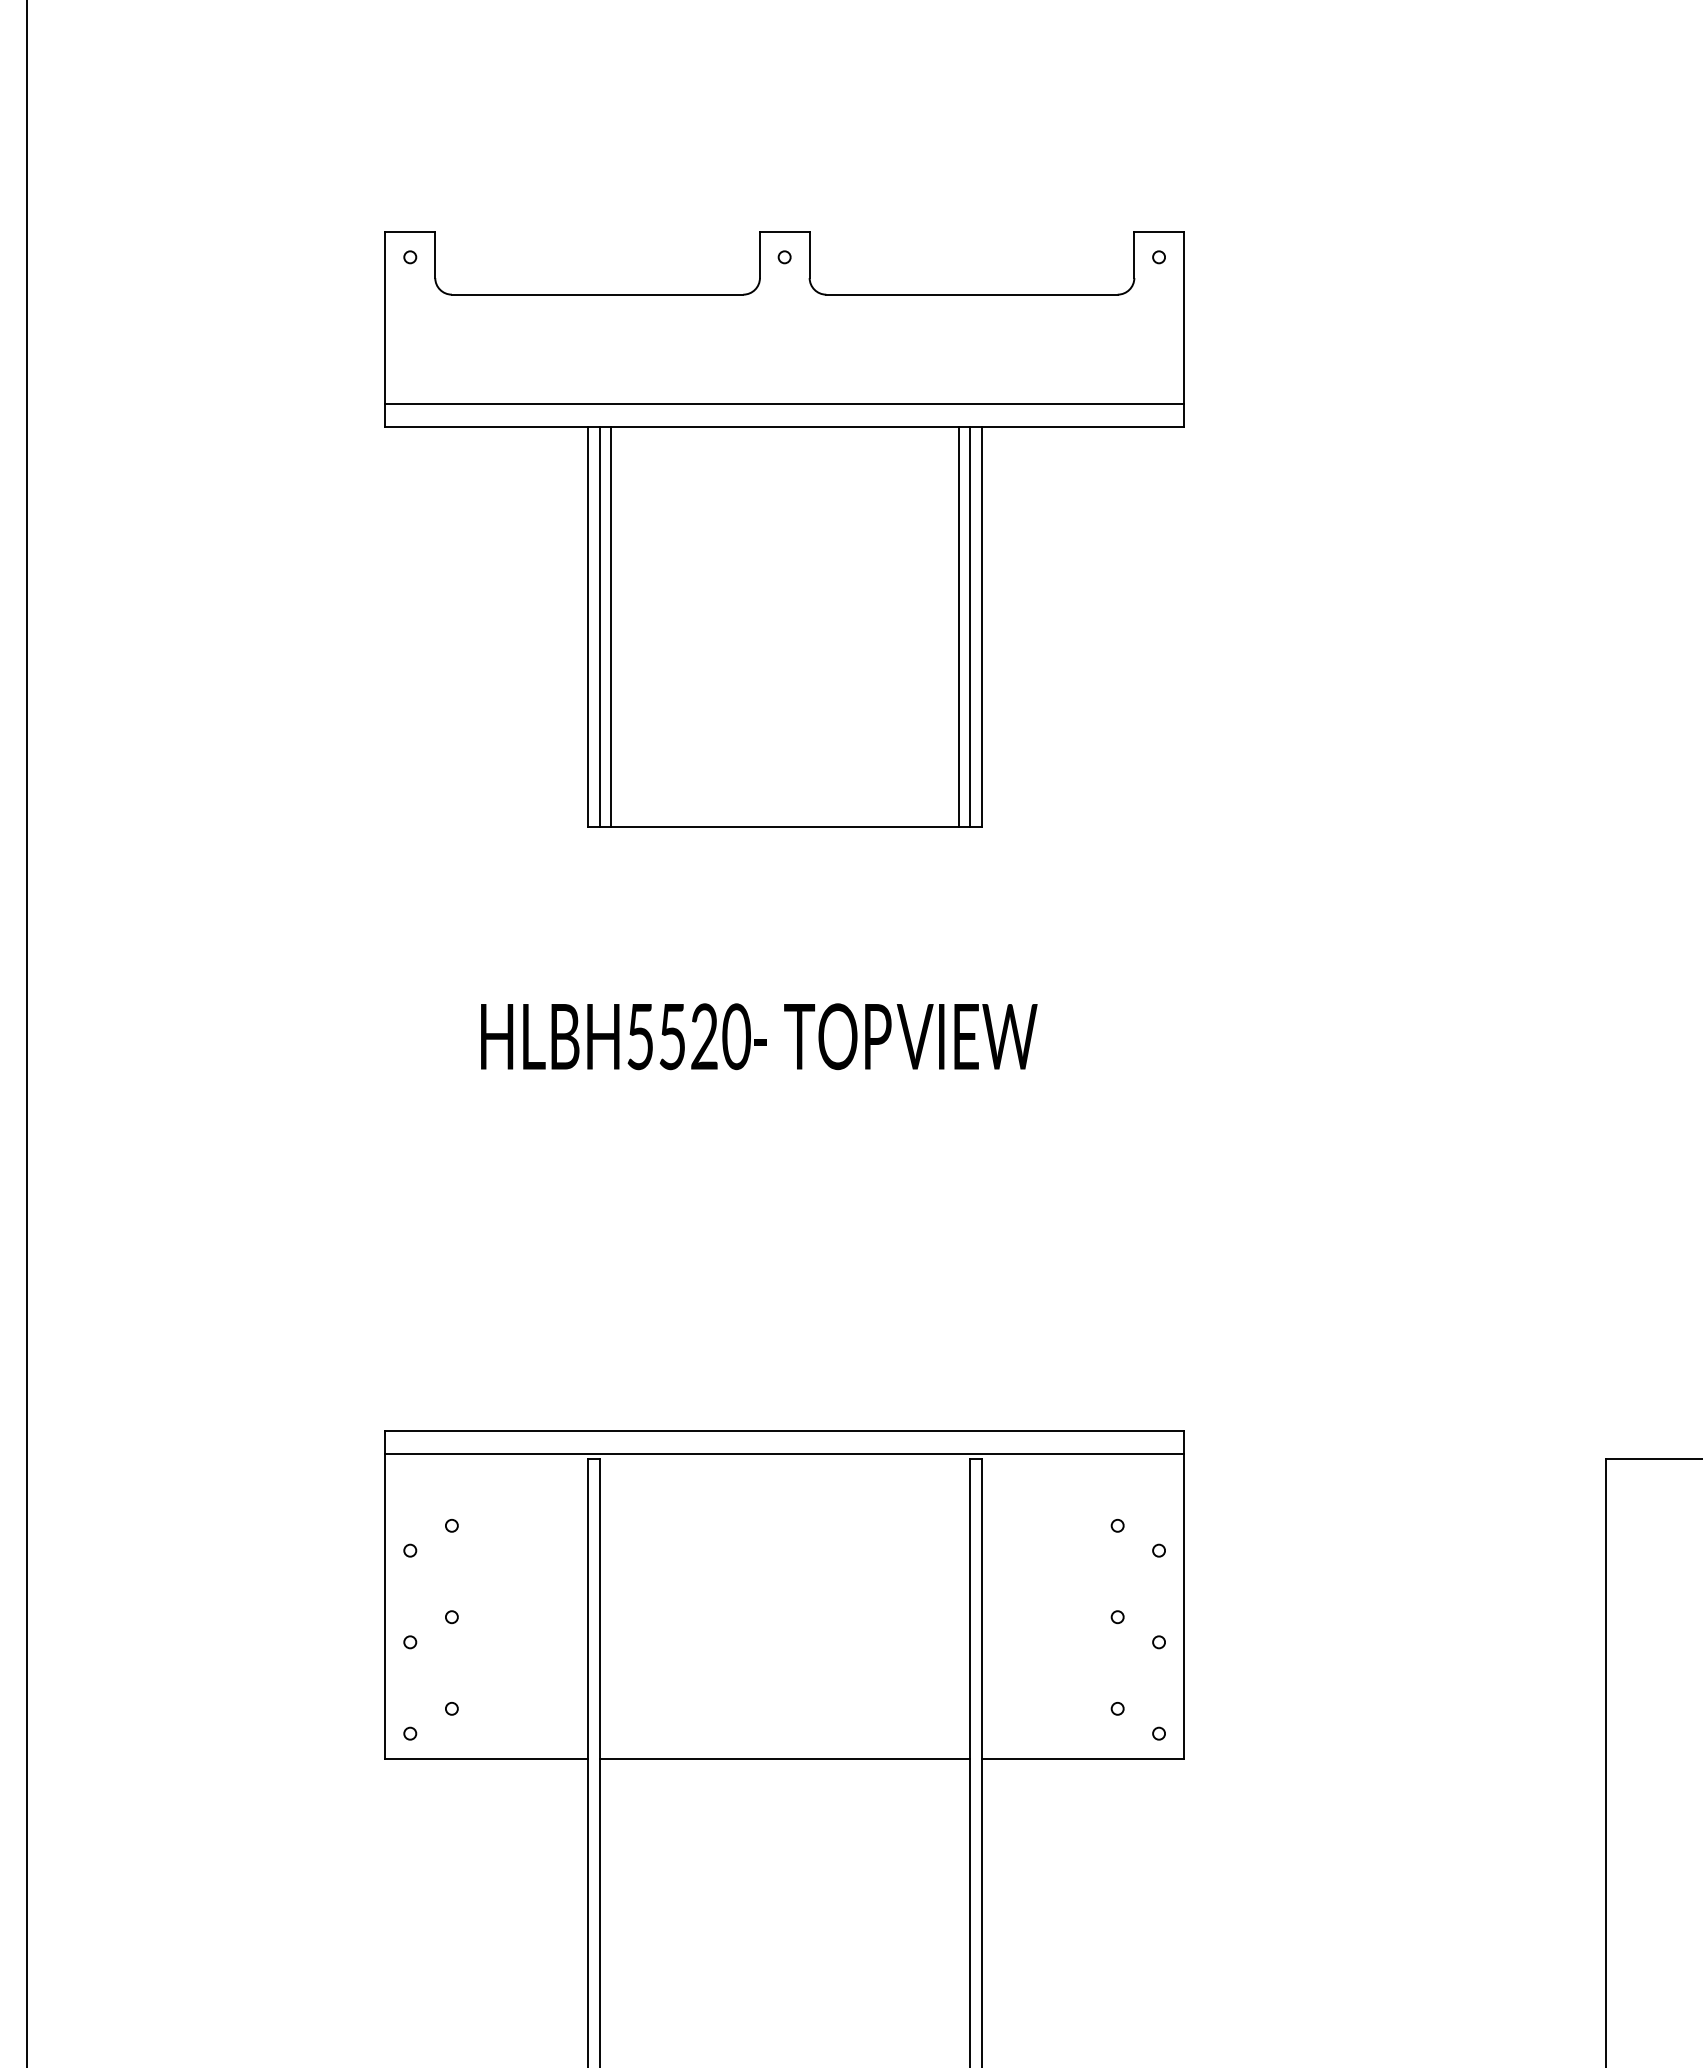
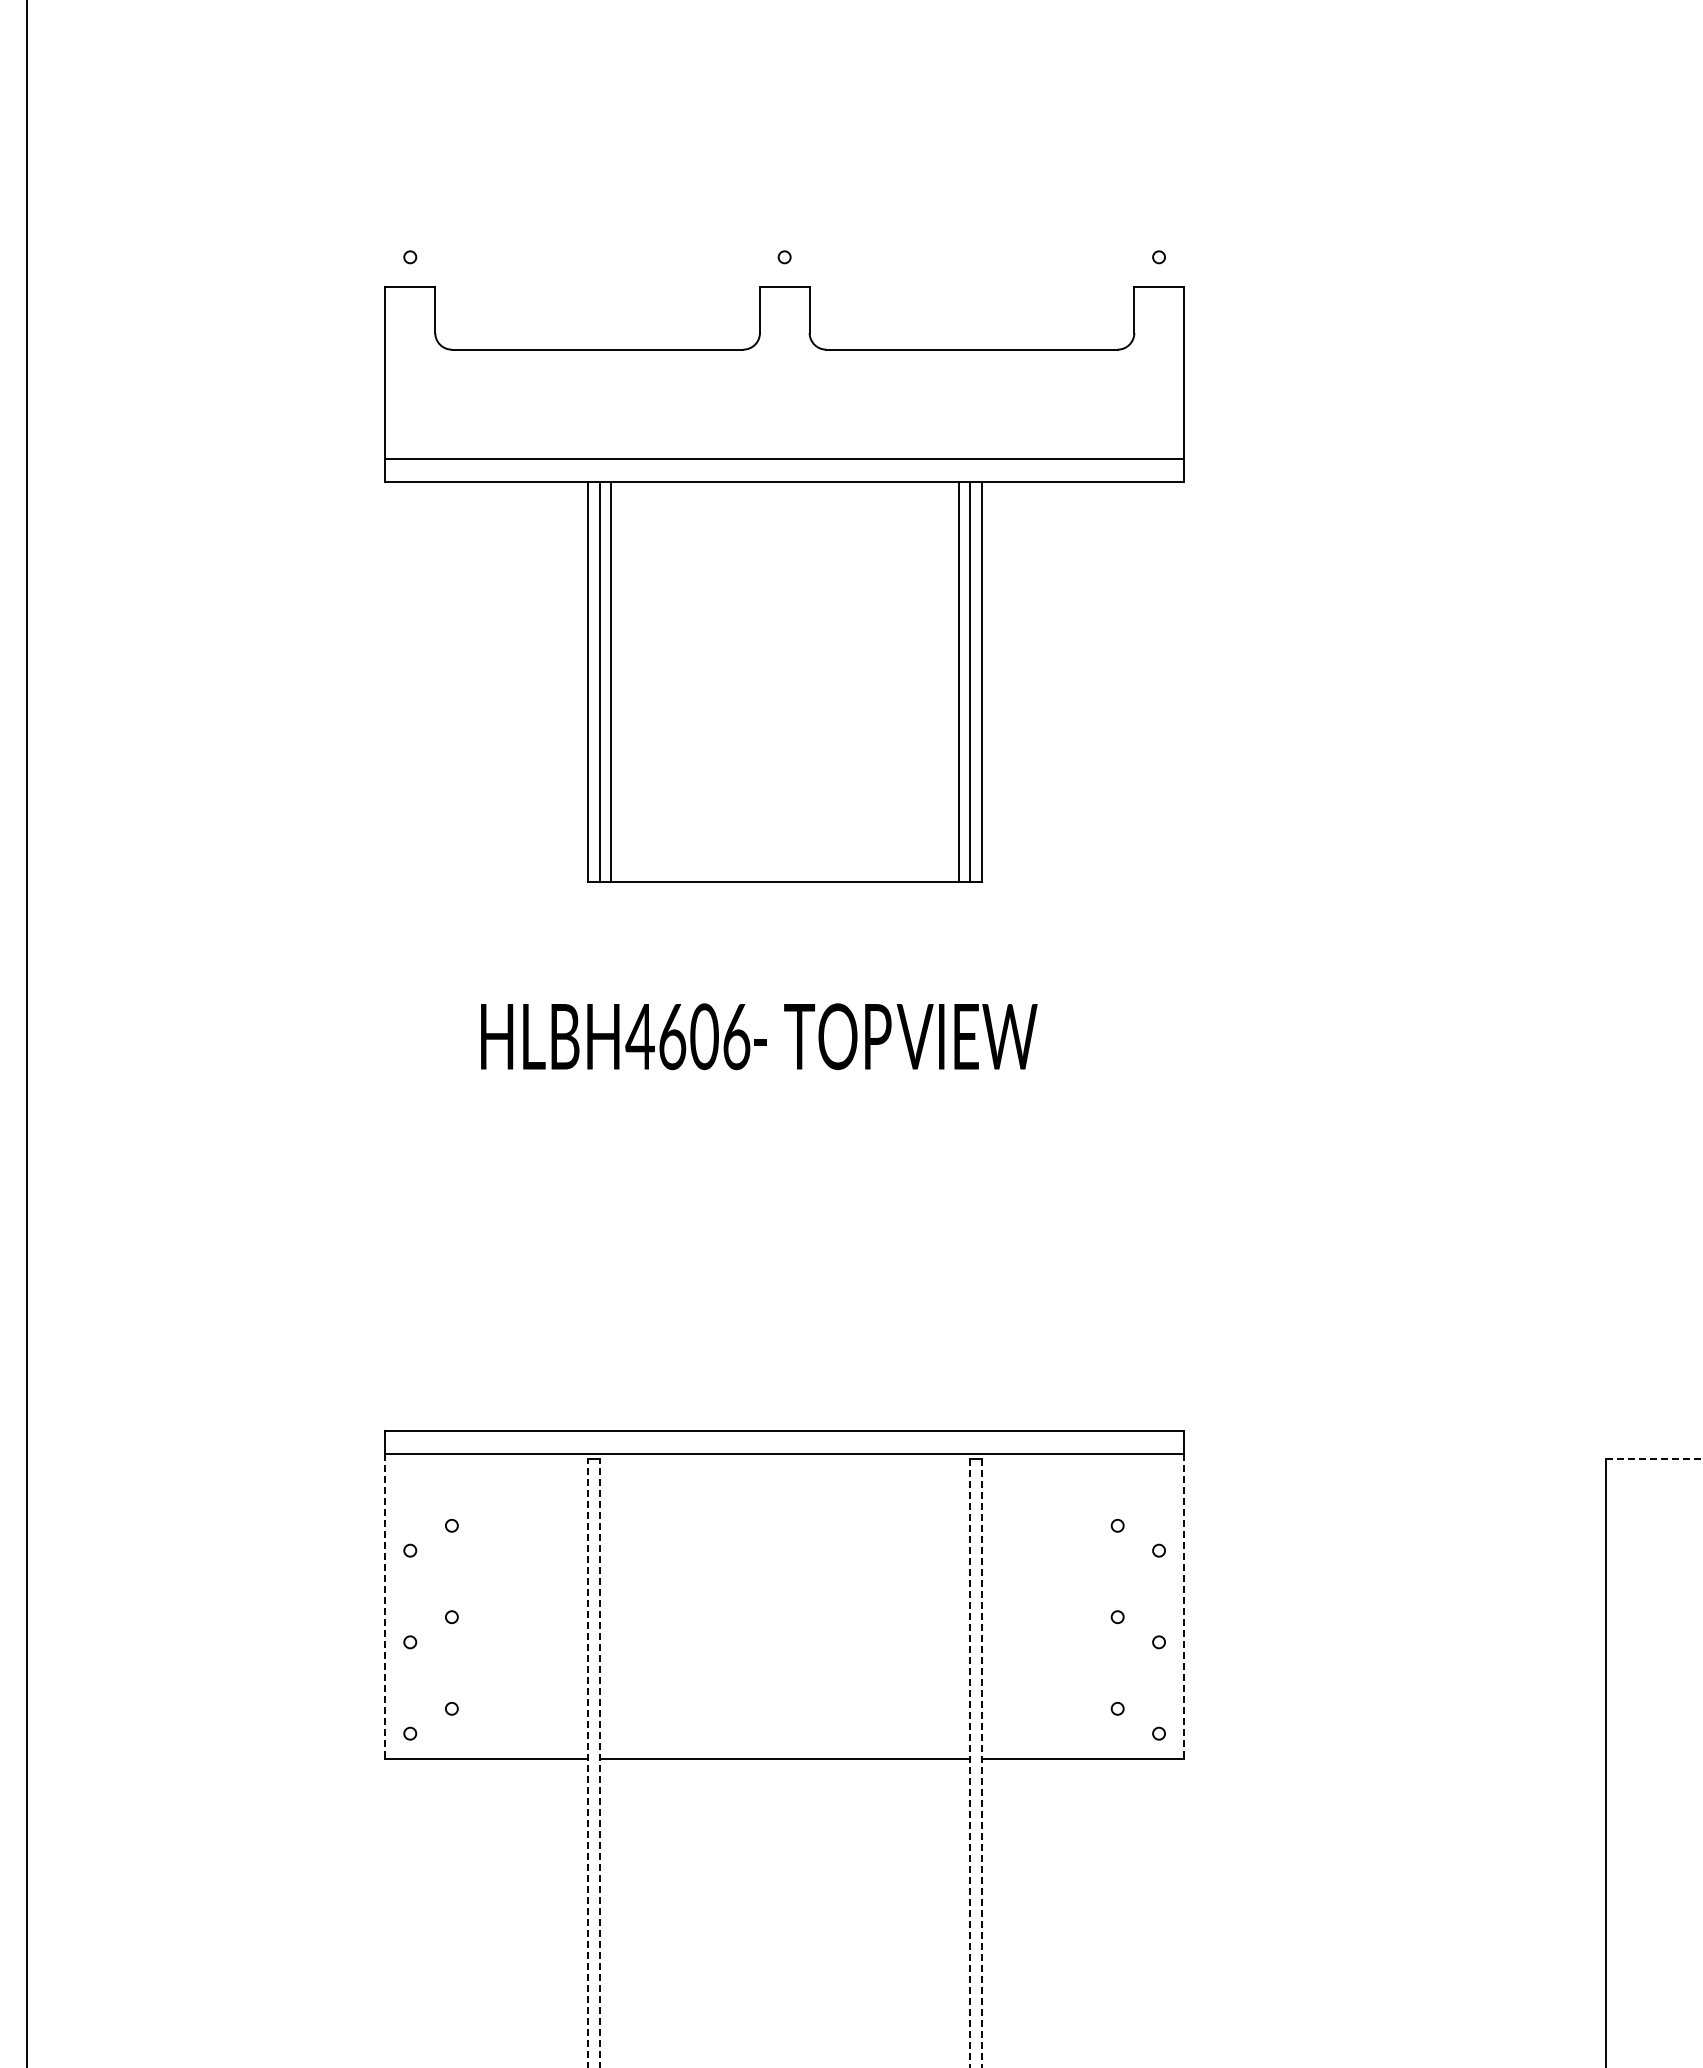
part at (784, 529) position: (784, 529) -> (784, 584)
text at (687, 1036): HLBH5520 -> HLBH4606
line at (1654, 1459): solid -> dashed
line at (385, 1606): solid -> dashed
line at (1184, 1606): solid -> dashed
line at (587, 1762): solid -> dashed
line at (599, 1762): solid -> dashed
line at (970, 1763): solid -> dashed
line at (981, 1763): solid -> dashed
